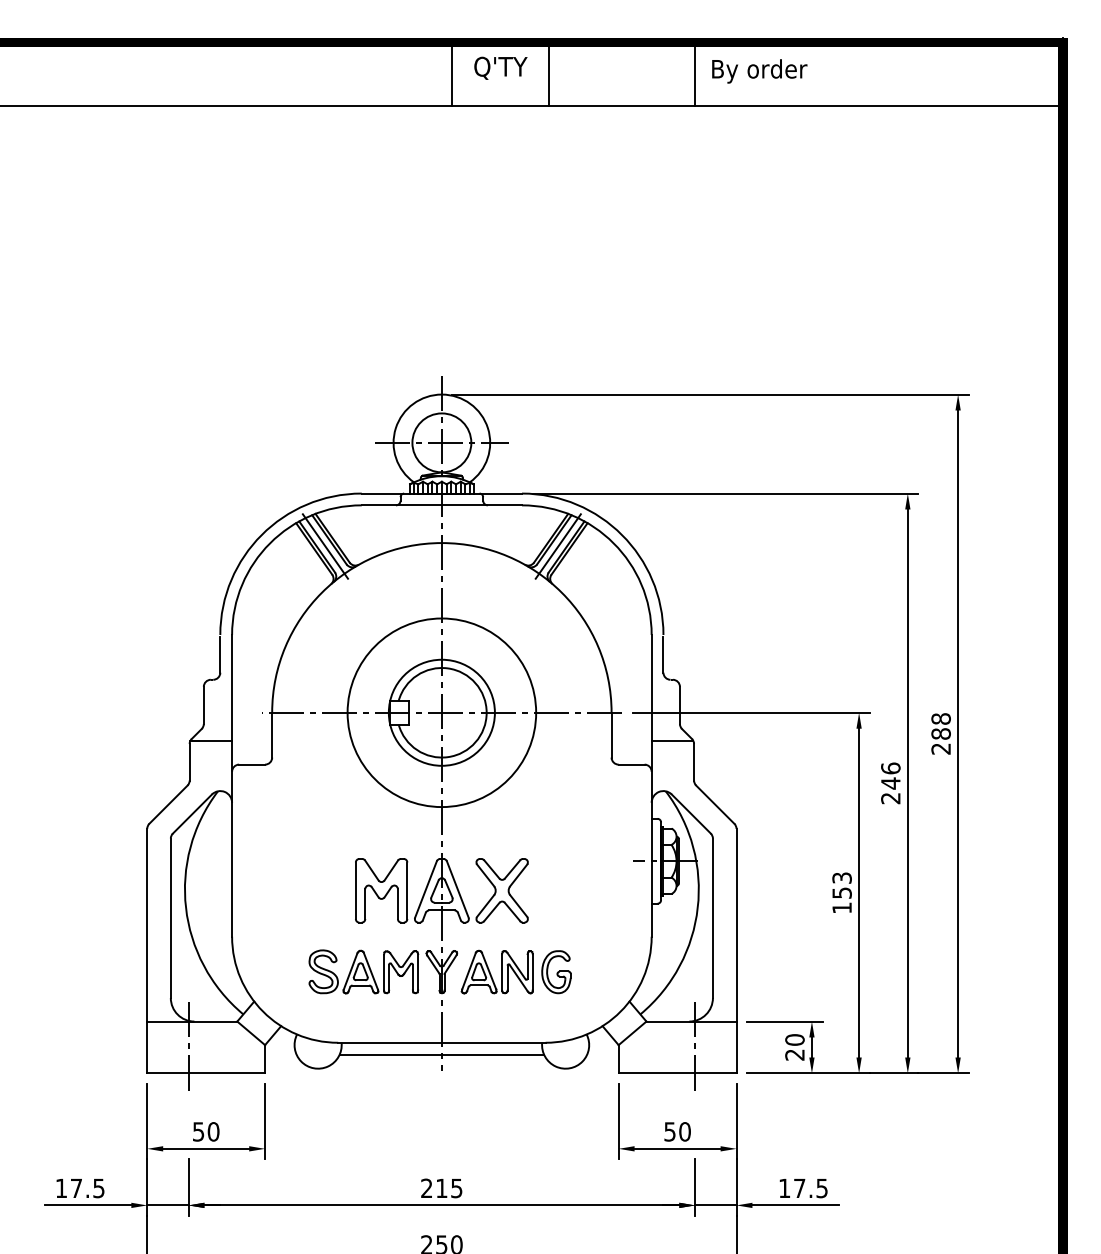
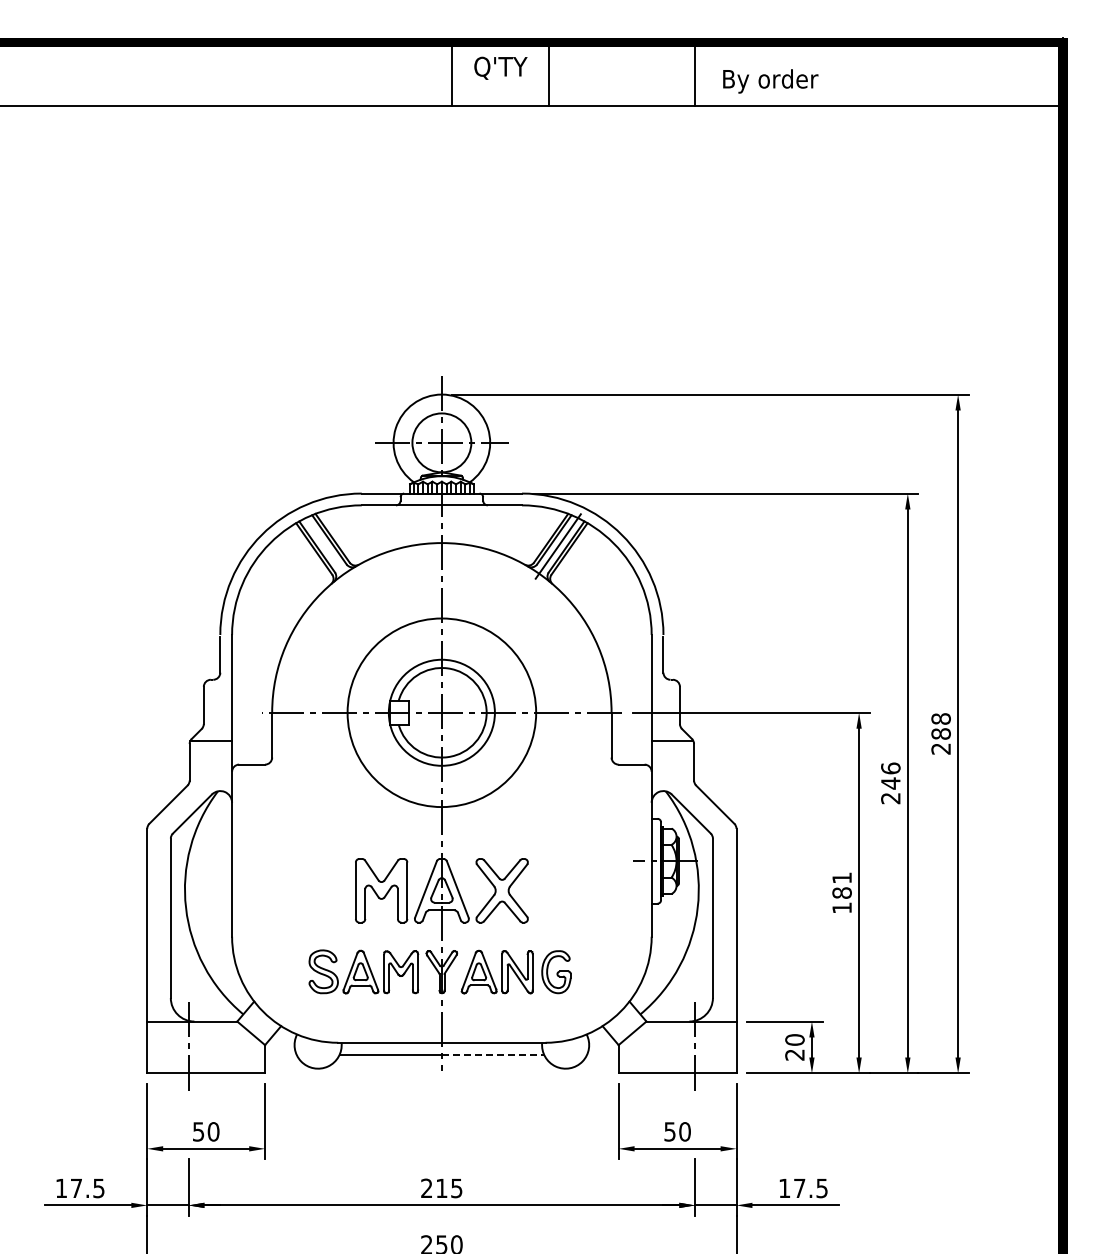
text at (759, 71) position: (759, 71) -> (770, 81)
line at (325, 546): present -> none
text at (841, 885): 153 -> 181
line at (493, 1054): solid -> dashed
